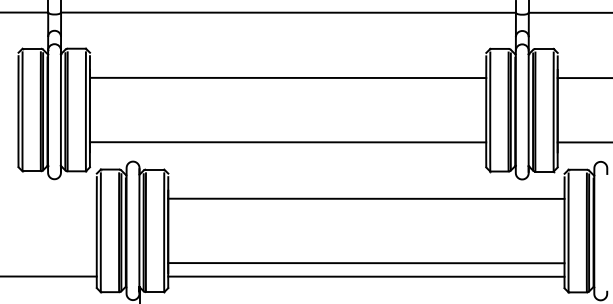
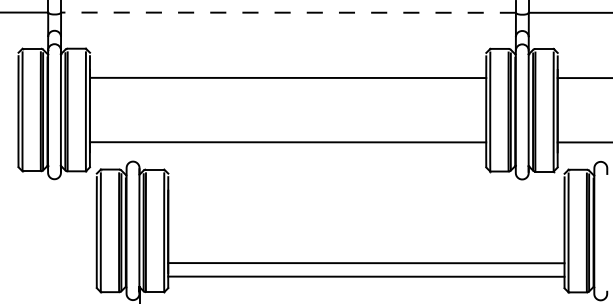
line at (288, 12): solid -> dashed
line at (366, 198): present -> none
line at (49, 276): present -> none
